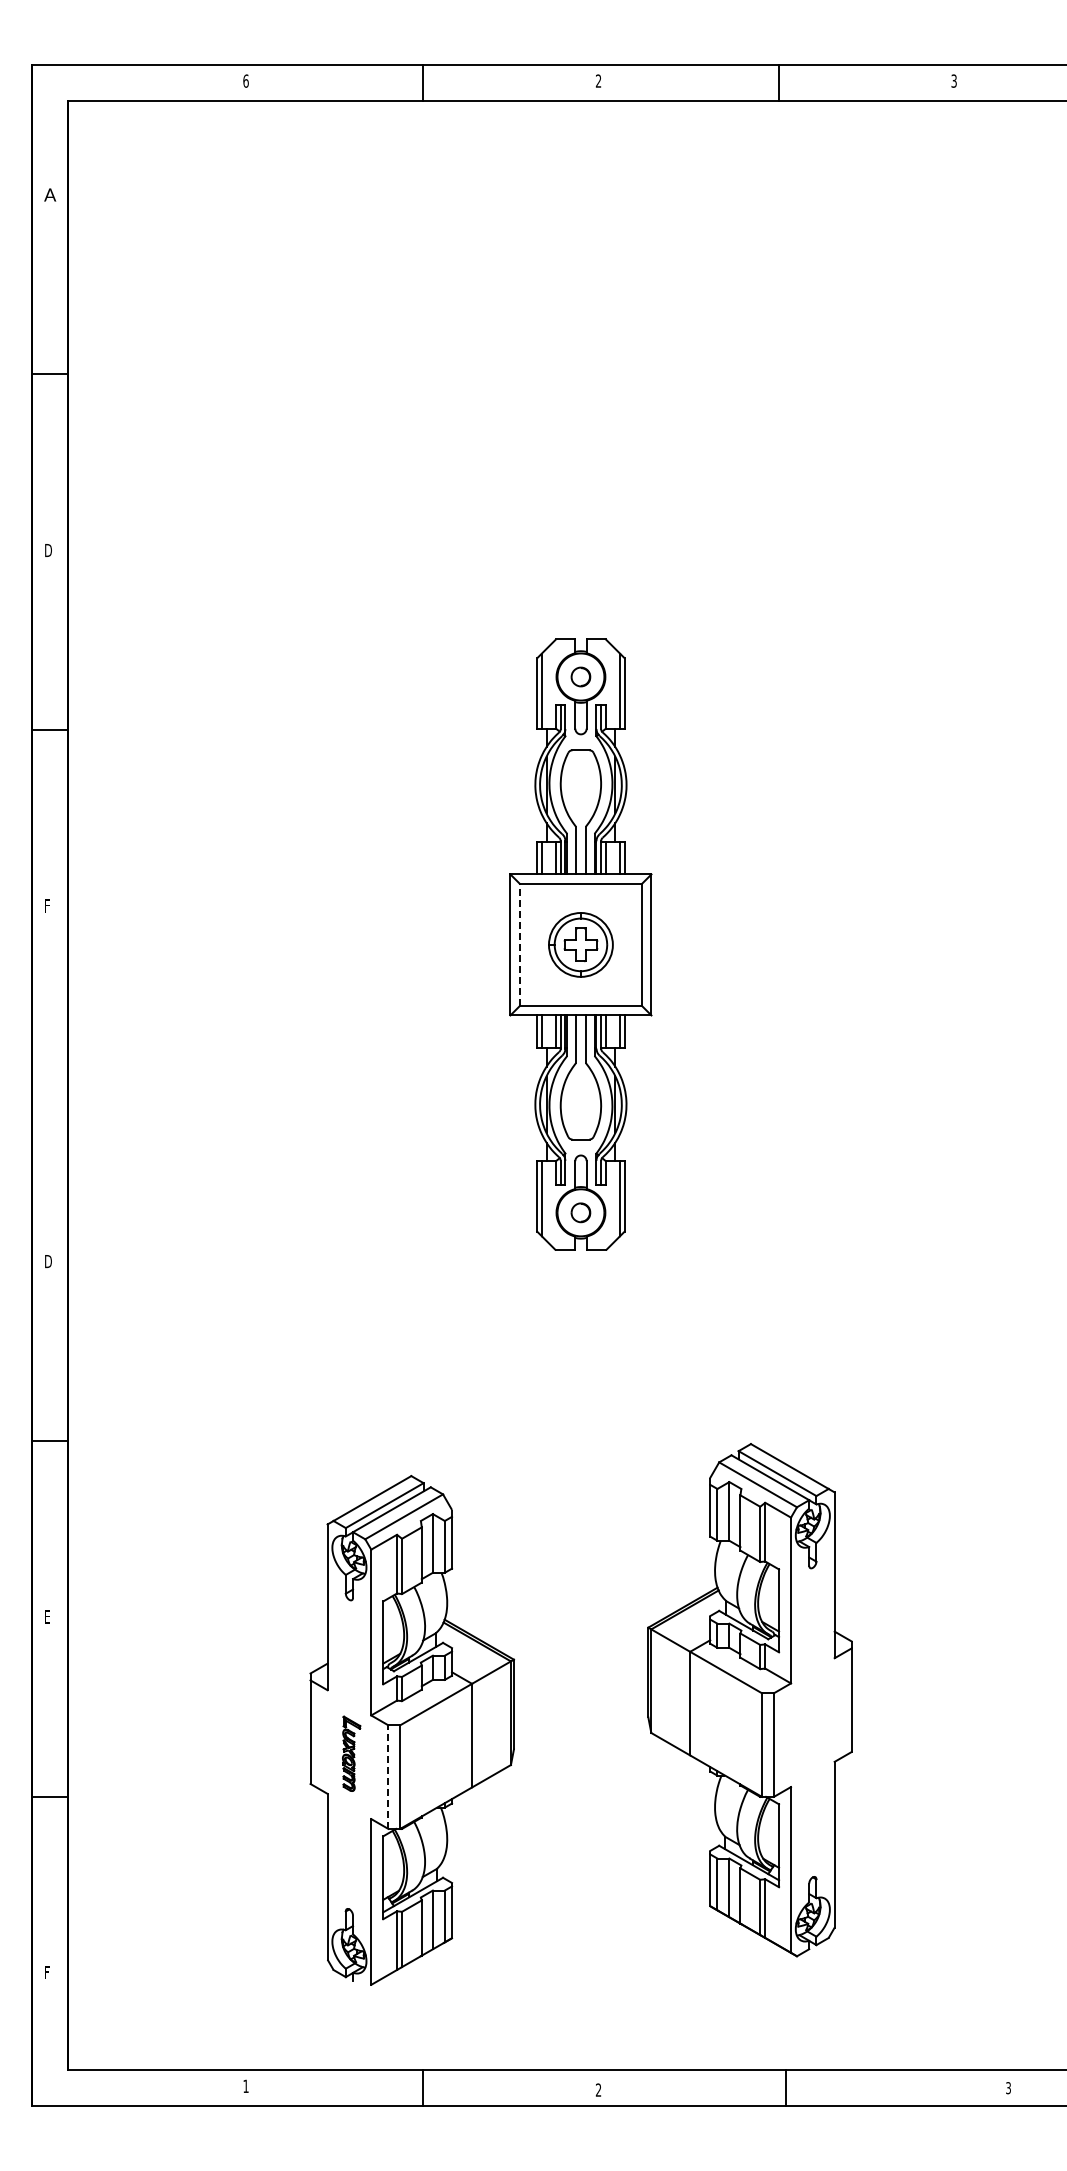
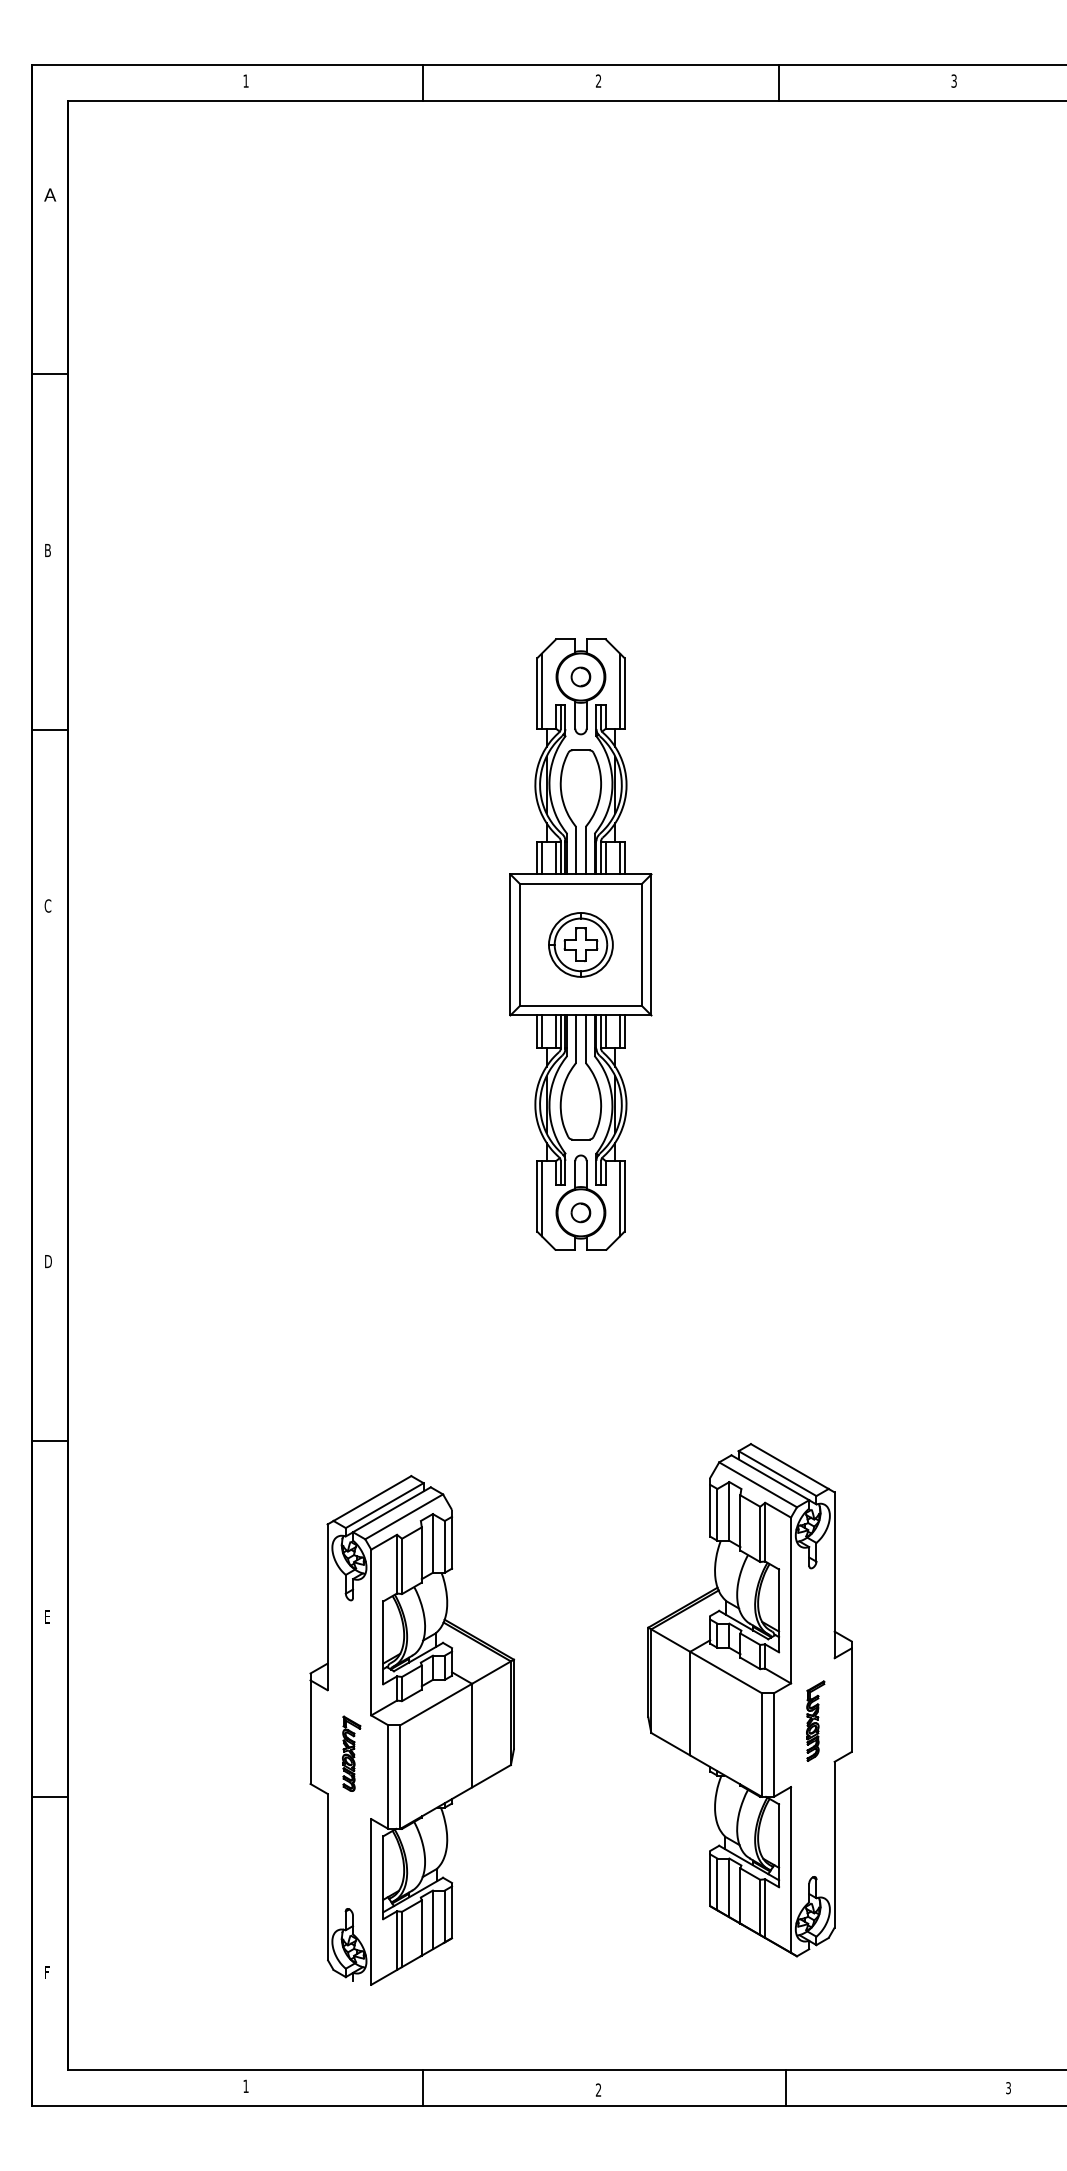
text at (245, 80): 6 -> 1
text at (48, 550): D -> B
text at (47, 905): F -> C
line at (519, 944): dashed -> solid
part at (815, 1720): none -> present
line at (388, 1777): dashed -> solid
